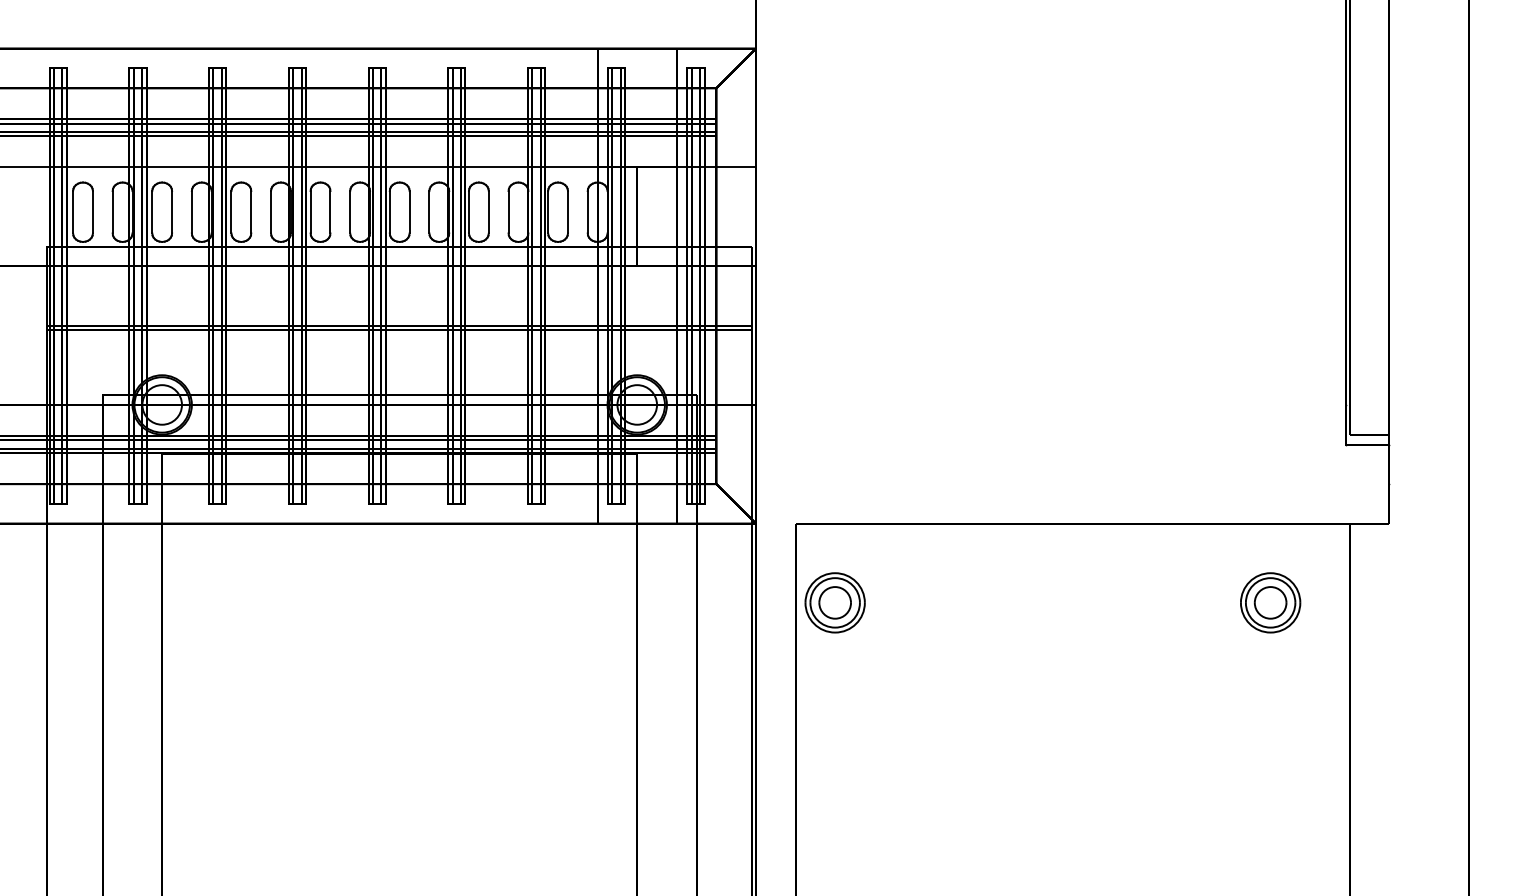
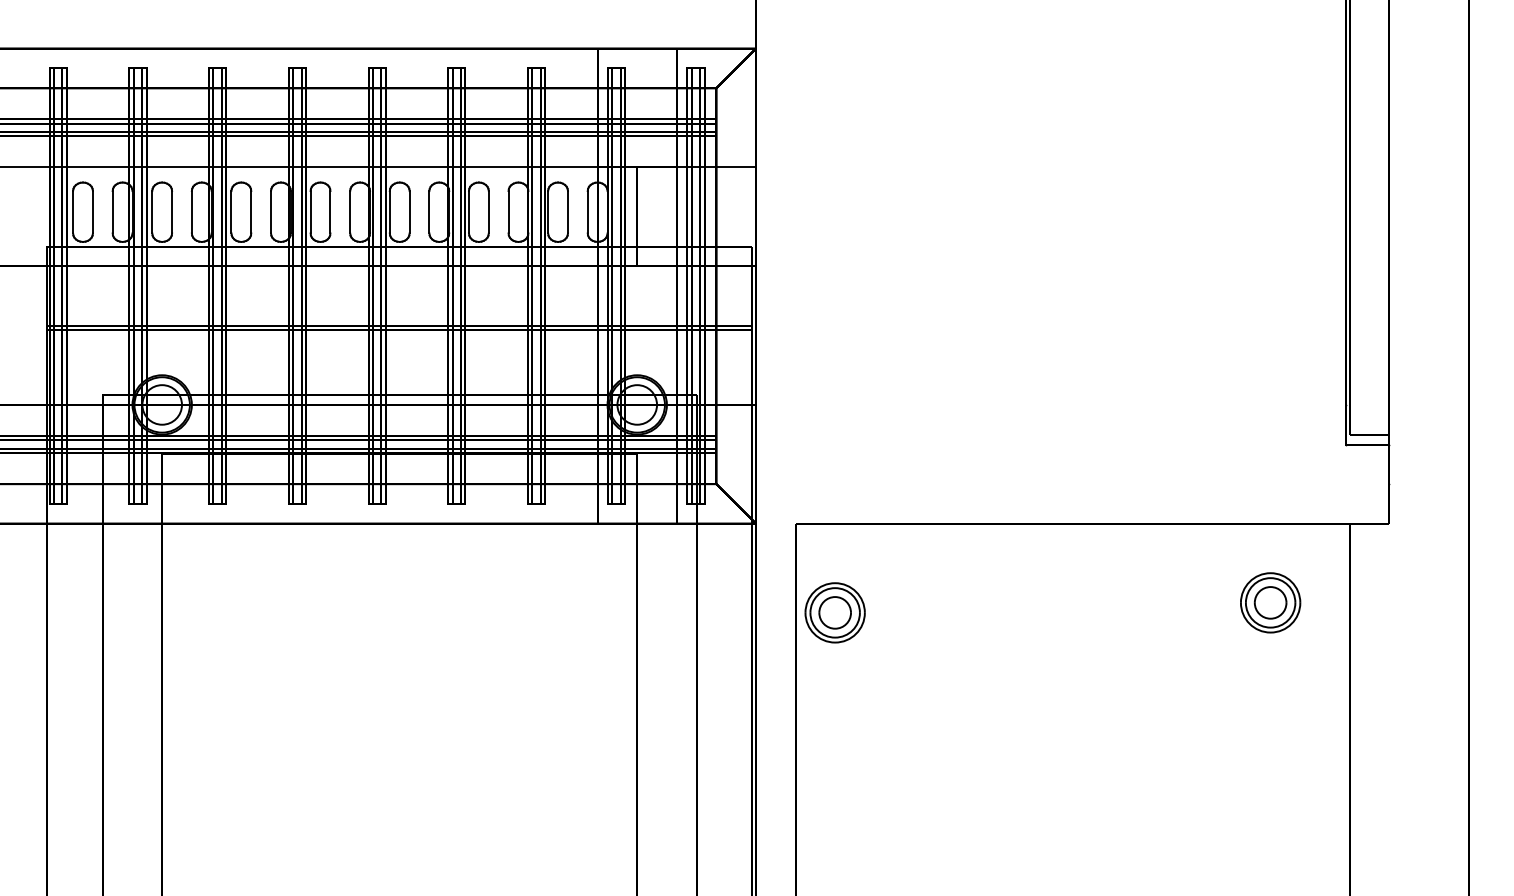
part at (834, 602) position: (834, 602) -> (834, 612)
